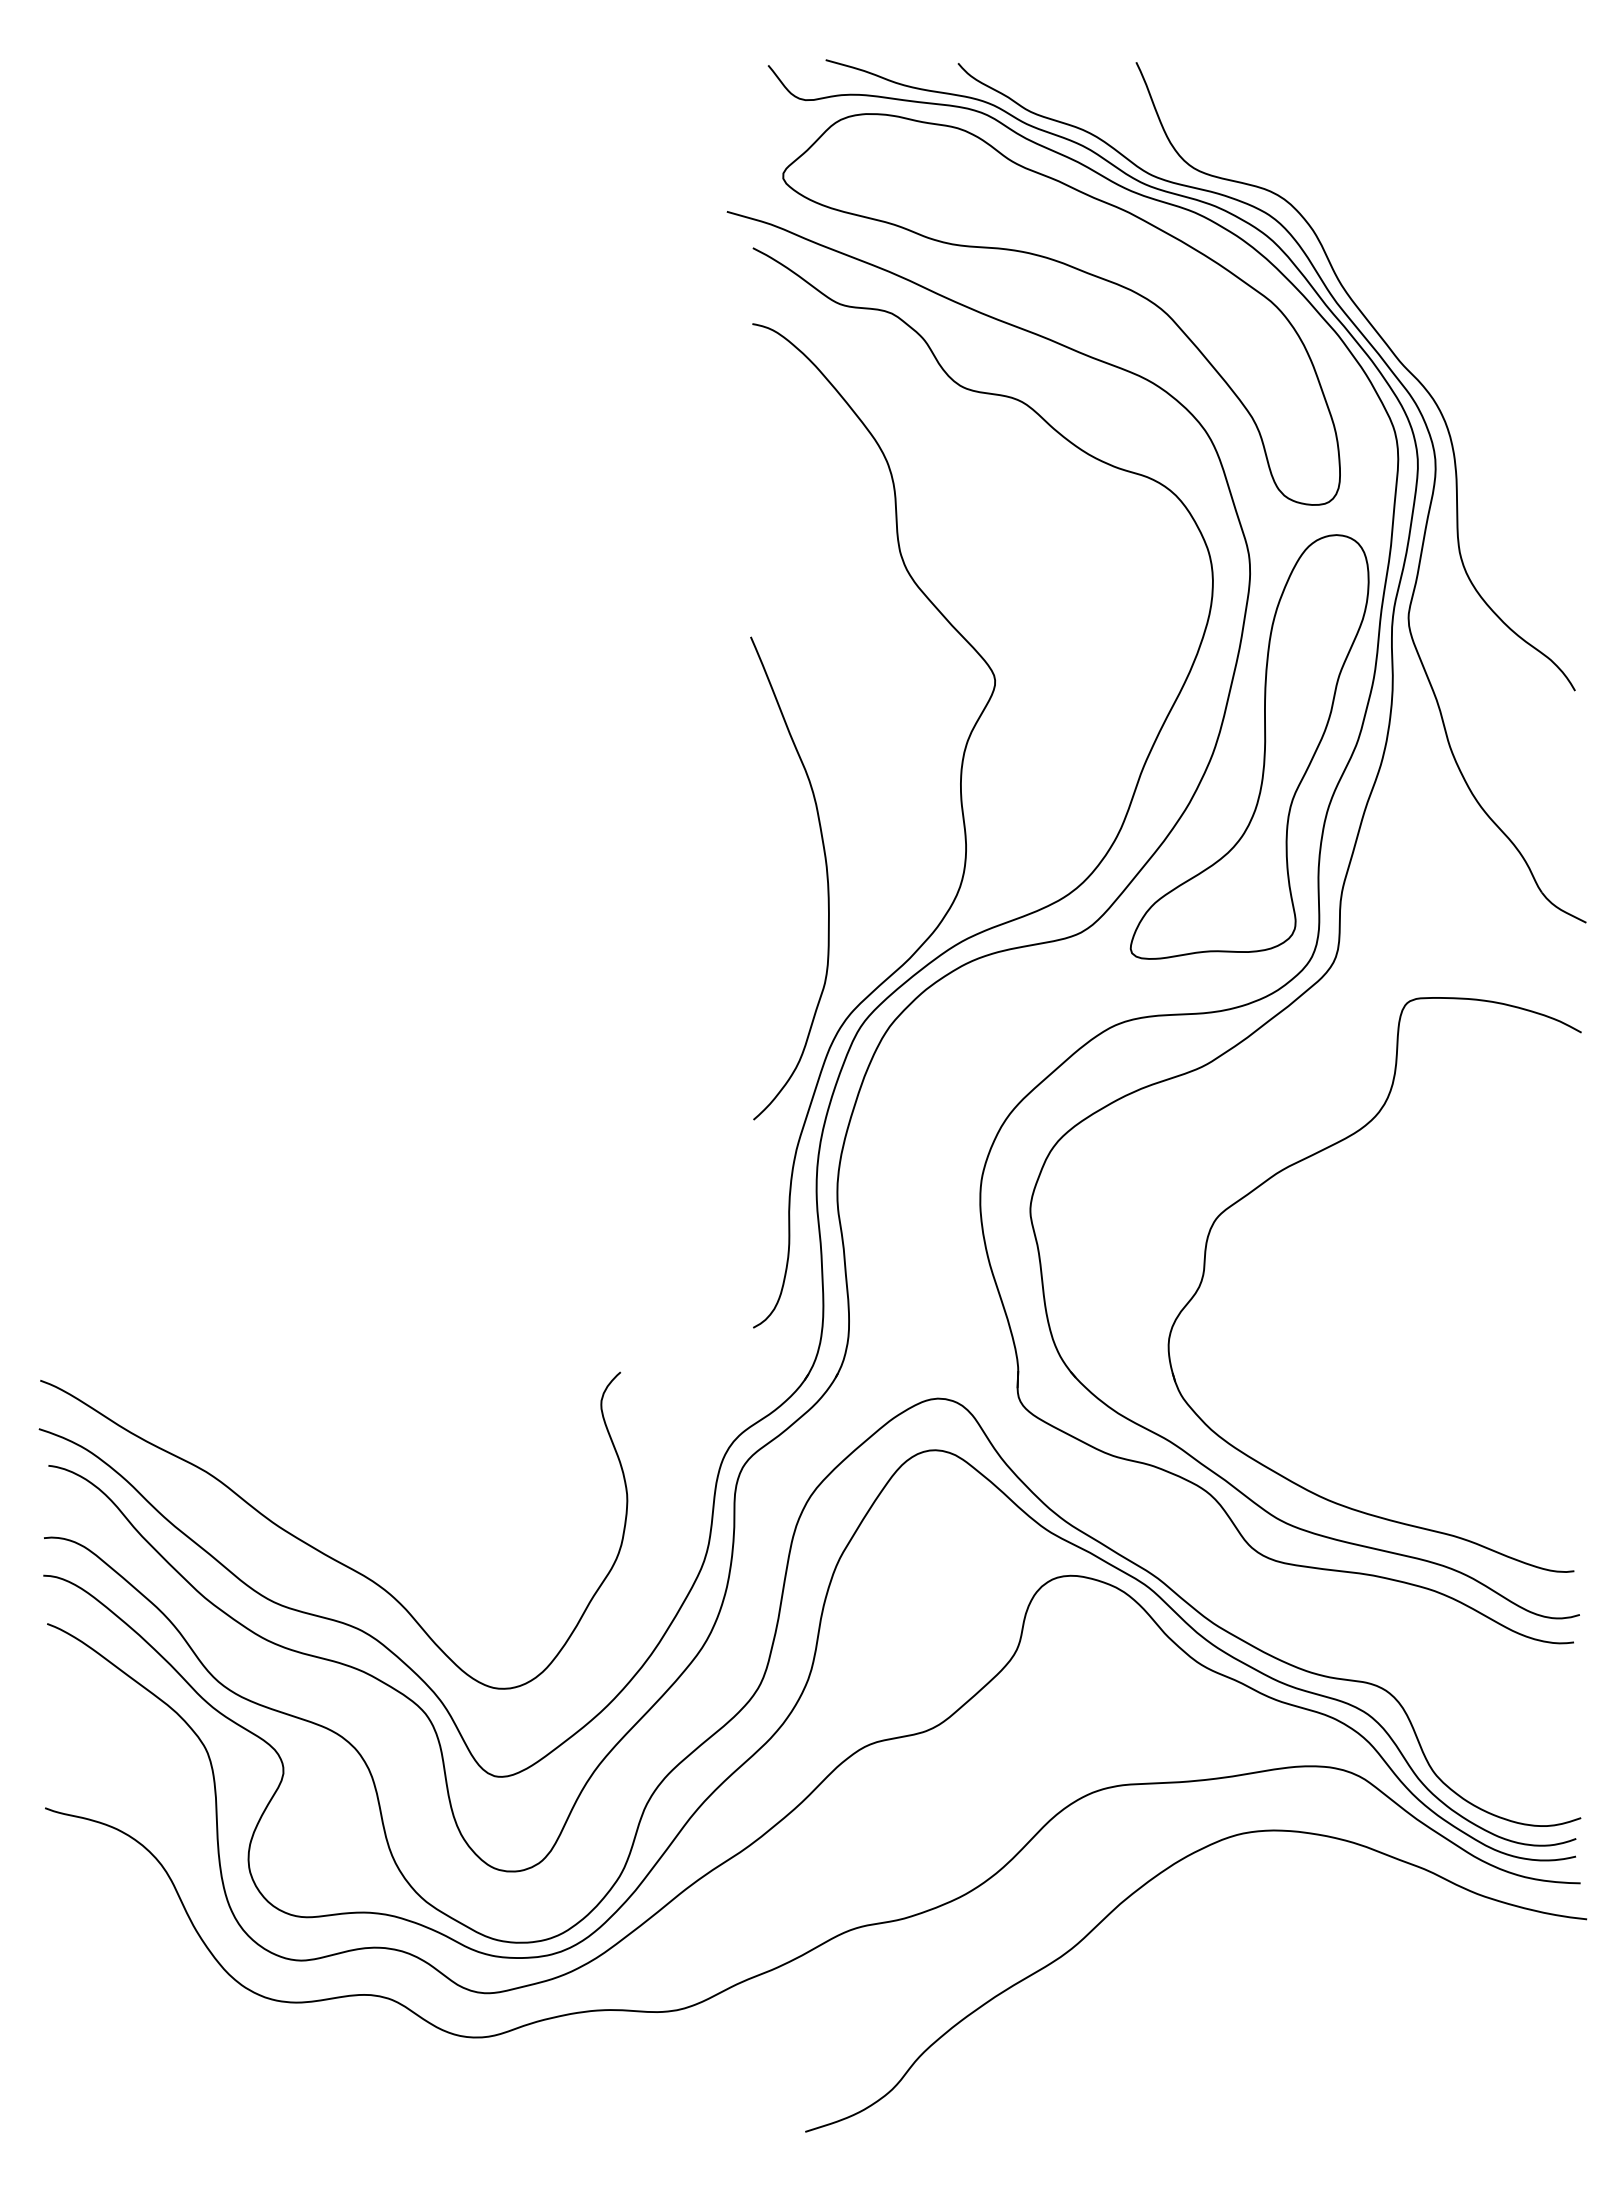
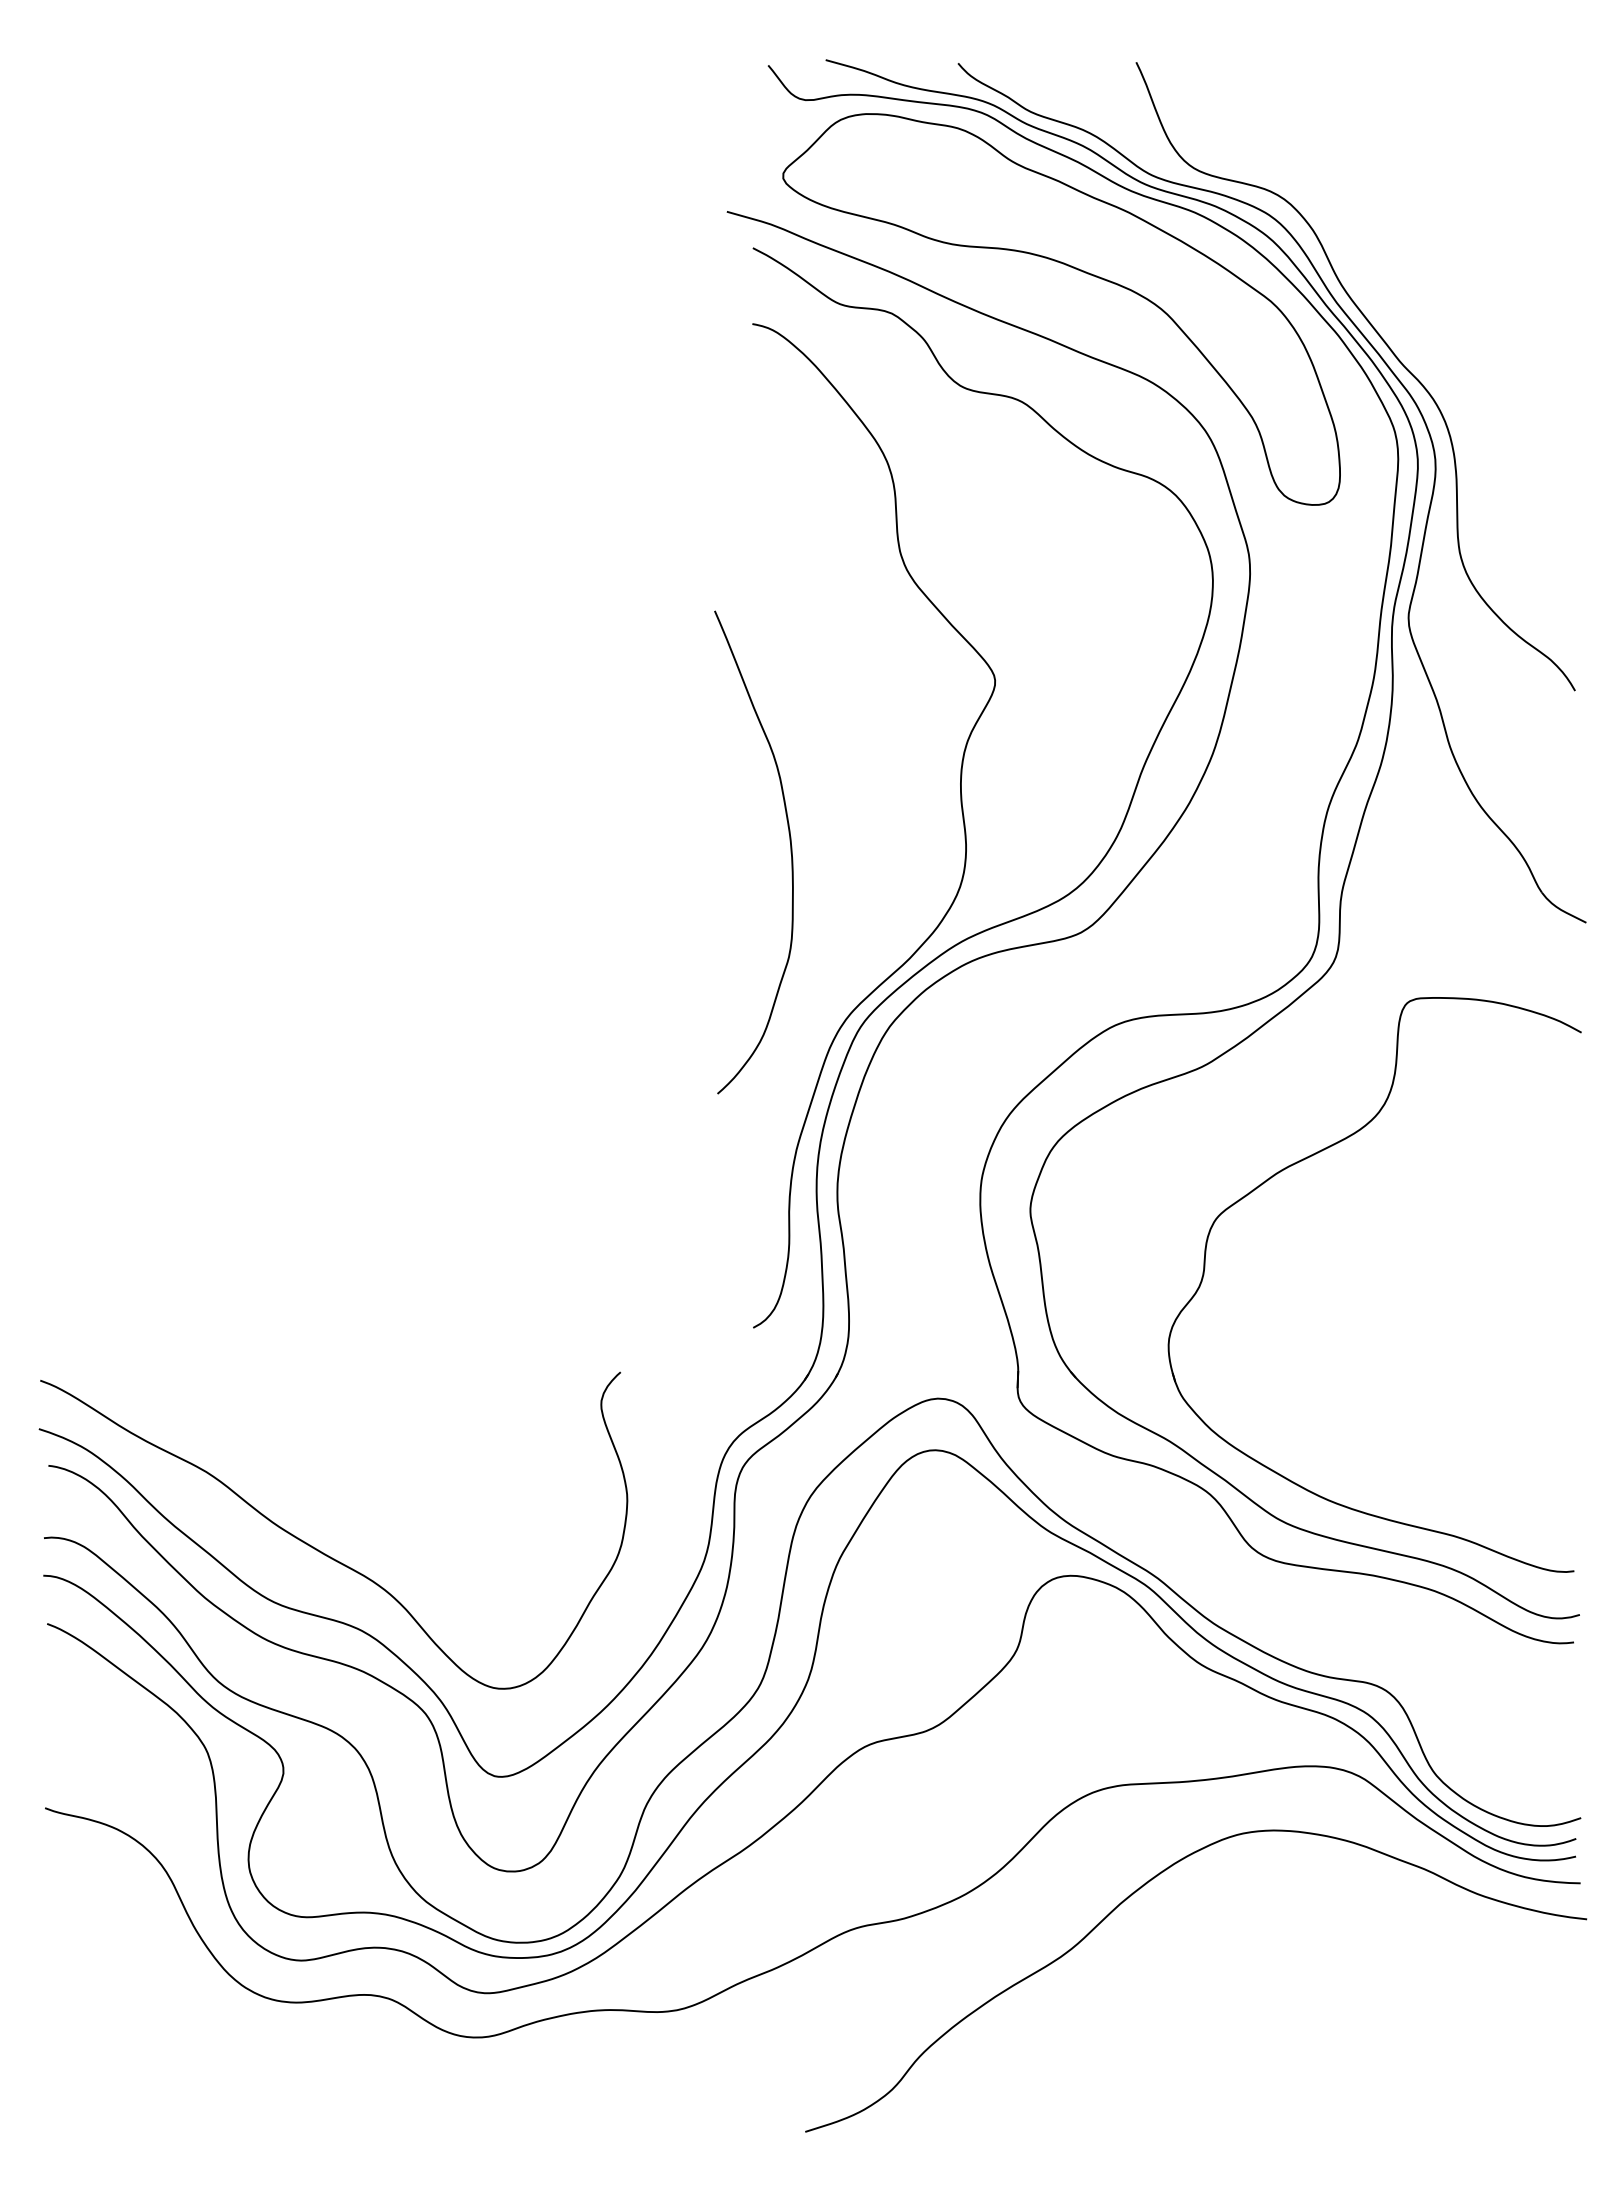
part at (1264, 746): present -> none
curve at (826, 878) position: (826, 878) -> (790, 852)
